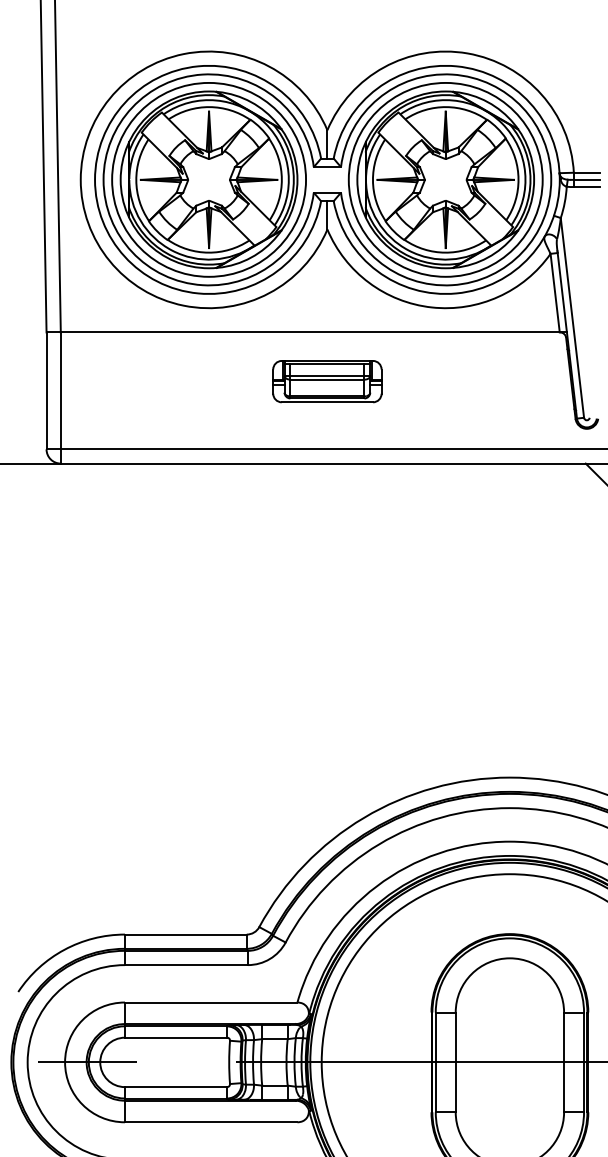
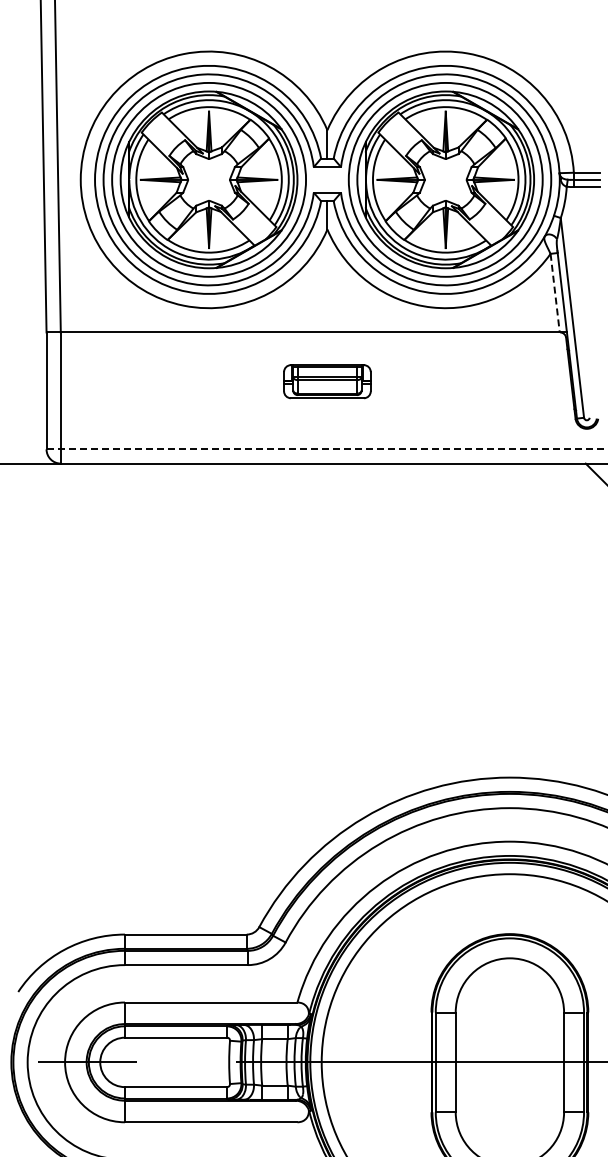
line at (555, 293): solid -> dashed
part at (327, 381) size: 111x44 px -> 89x36 px
line at (327, 449): solid -> dashed
